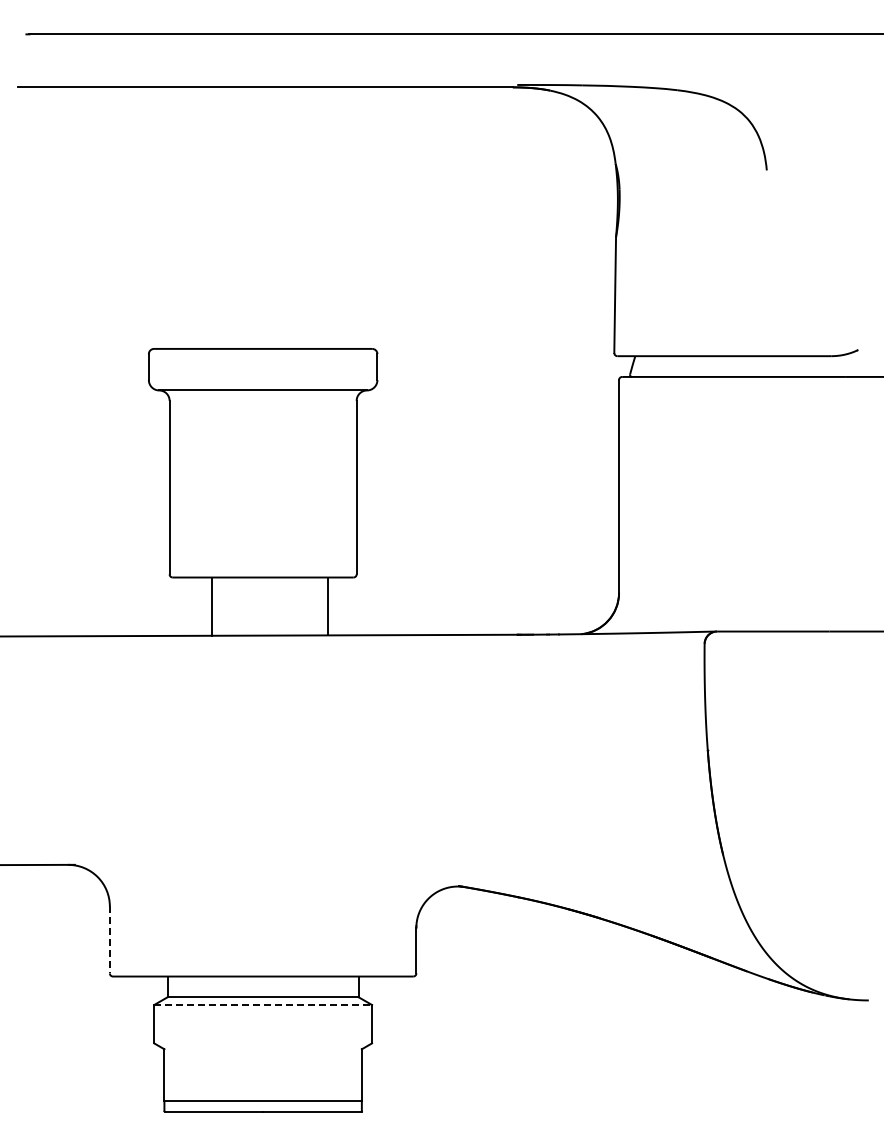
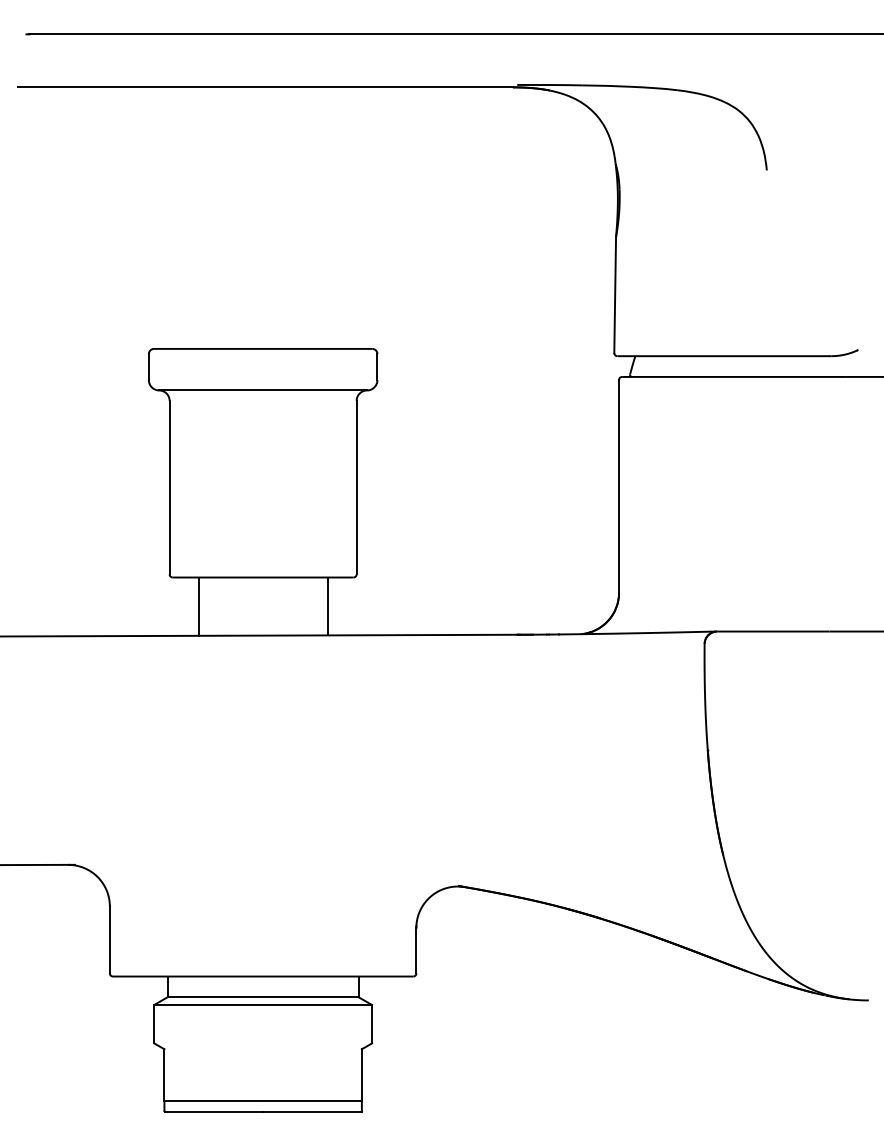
line at (211, 606) position: (211, 606) -> (198, 606)
line at (109, 940): dashed -> solid
line at (263, 1004): dashed -> solid
